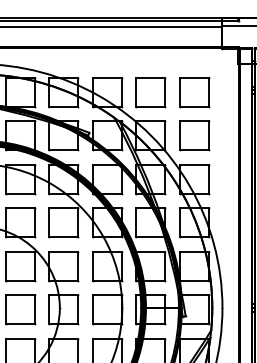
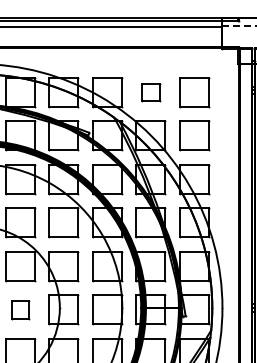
line at (239, 26): solid -> dashed
part at (150, 92) size: 32x32 px -> 21x20 px
part at (20, 309) size: 32x32 px -> 20x21 px
